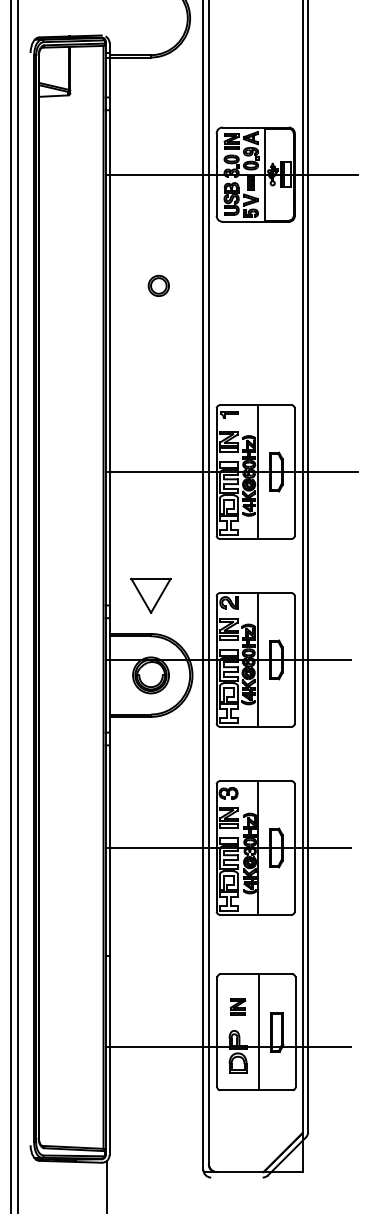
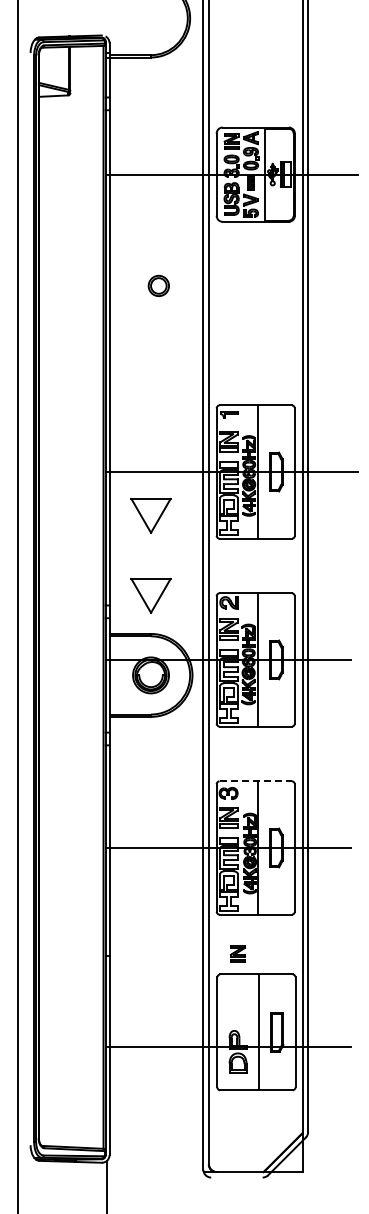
part at (150, 515): none -> present
line at (11, 606): present -> none
line at (256, 781): solid -> dashed
part at (237, 1006) position: (237, 1006) -> (237, 953)
